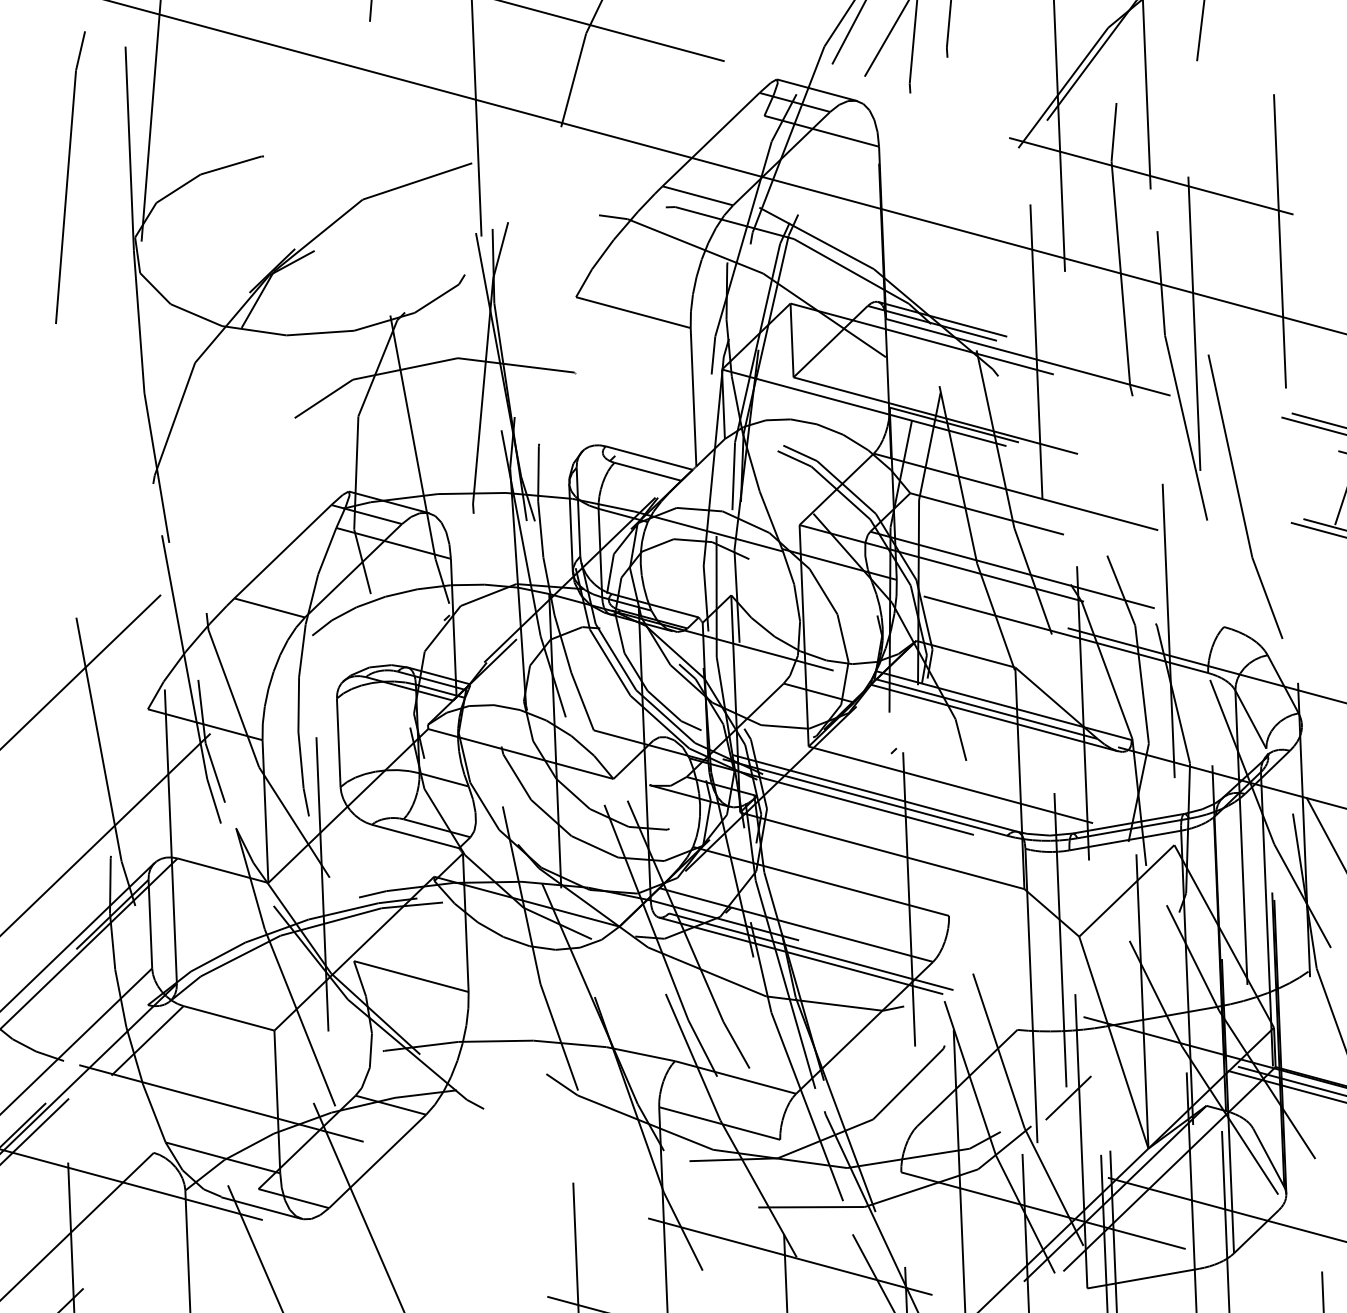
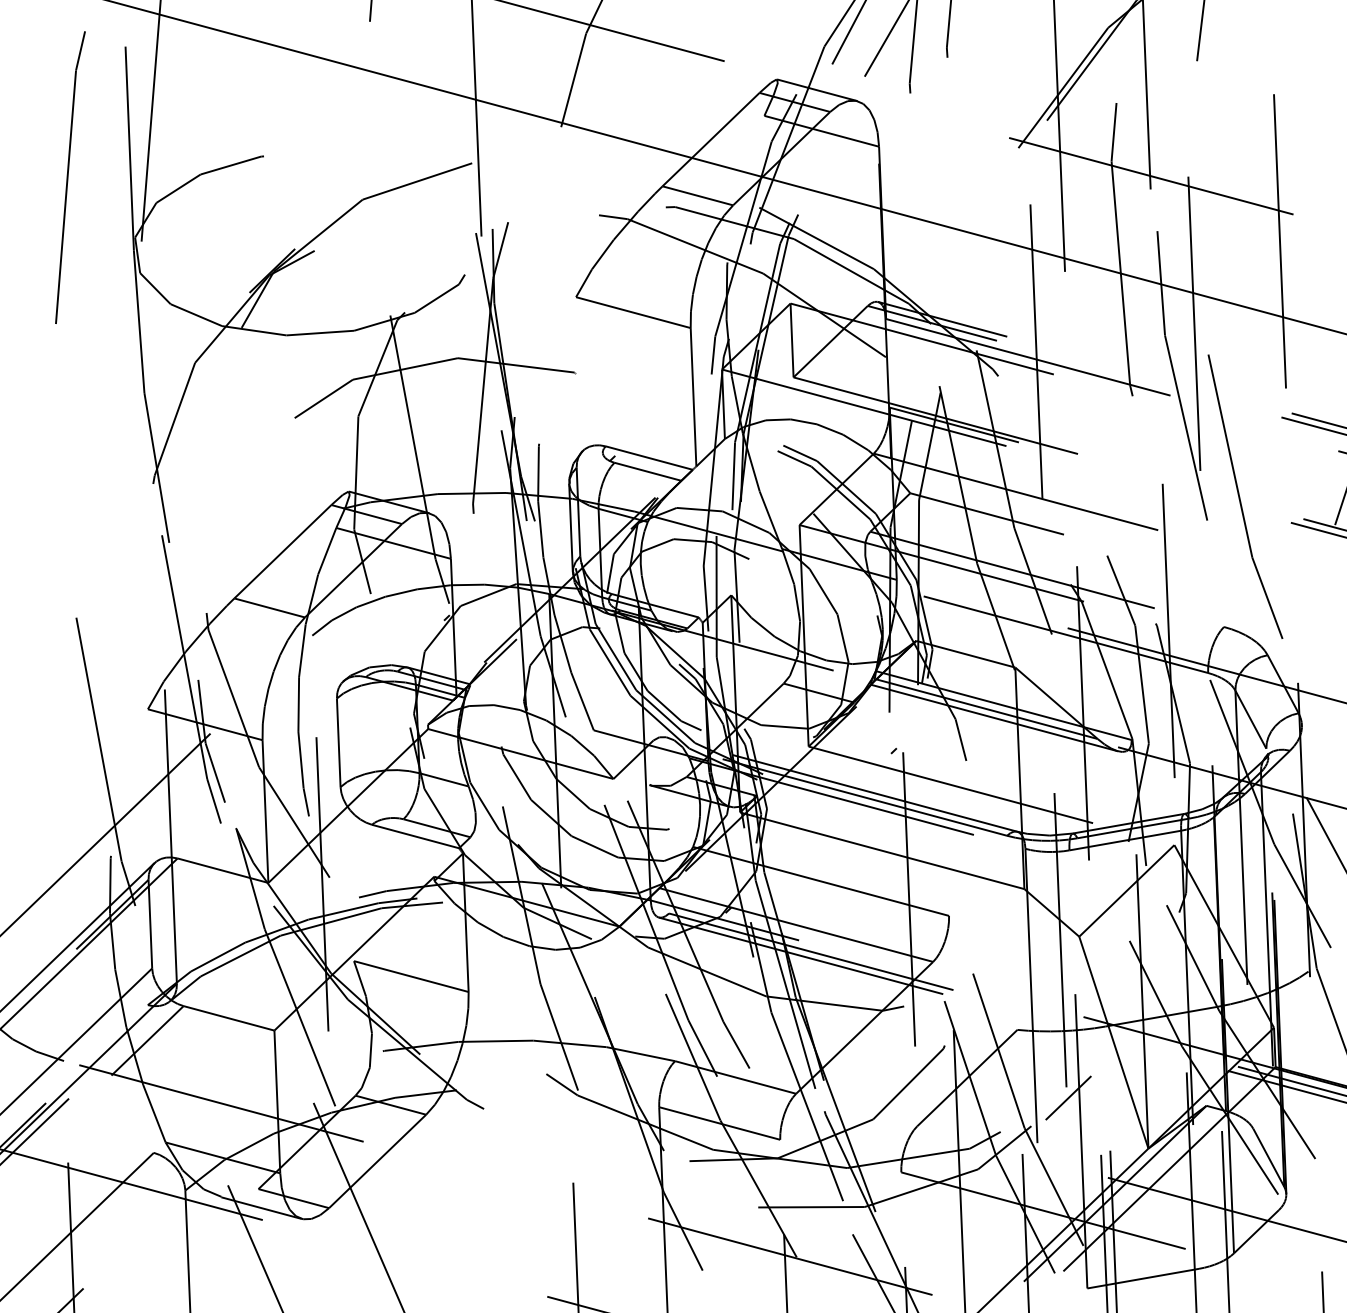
line at (81, 670): present -> none
